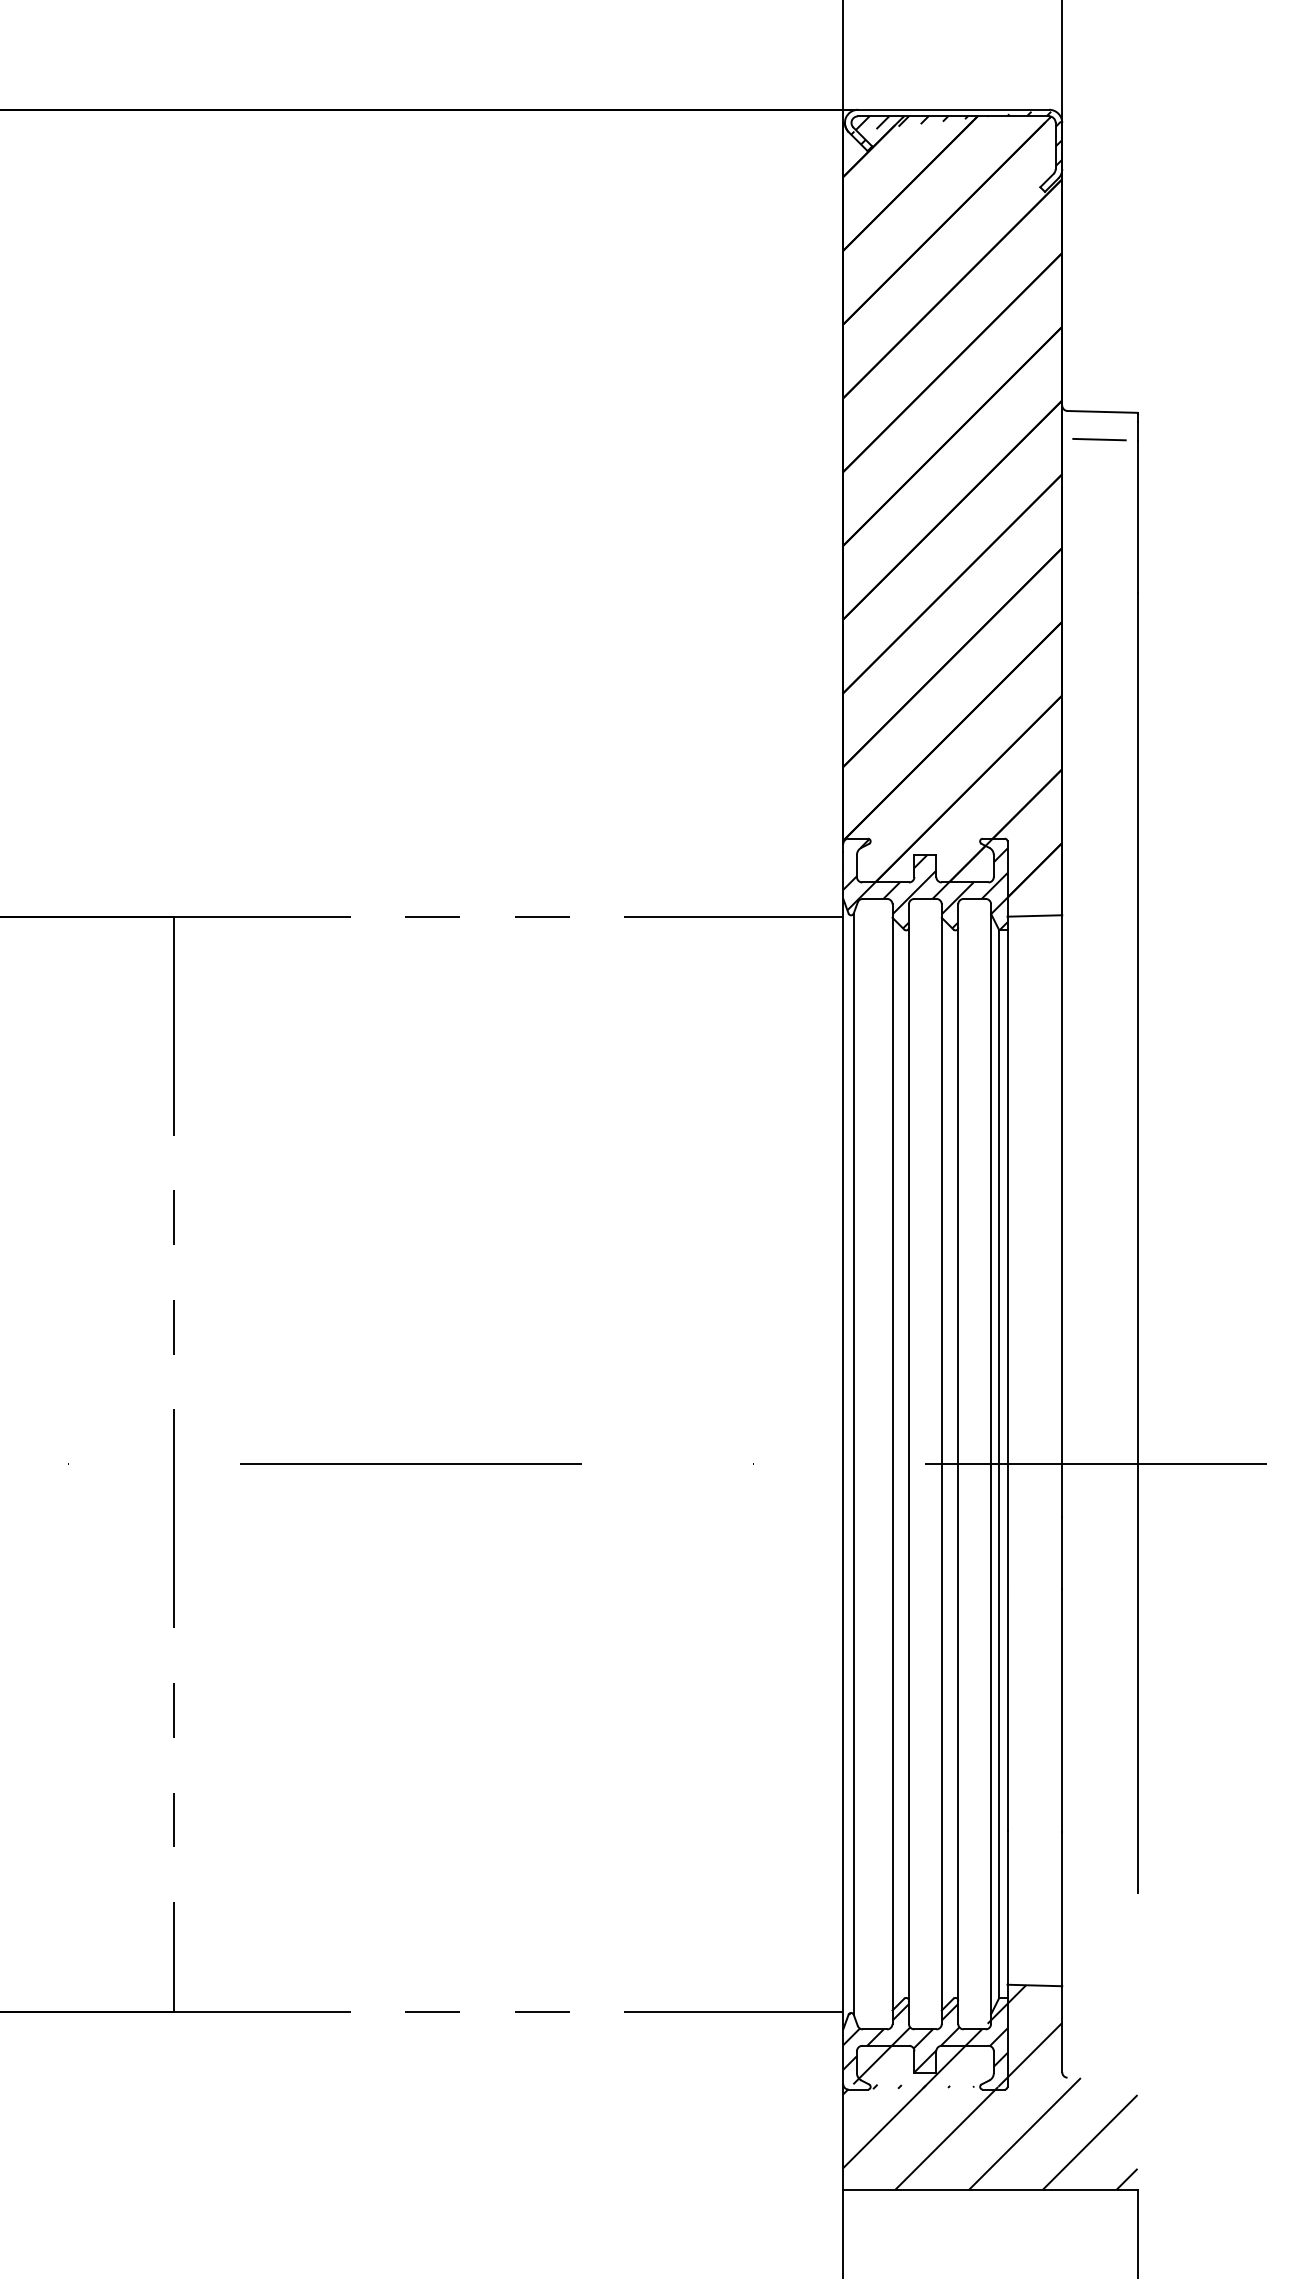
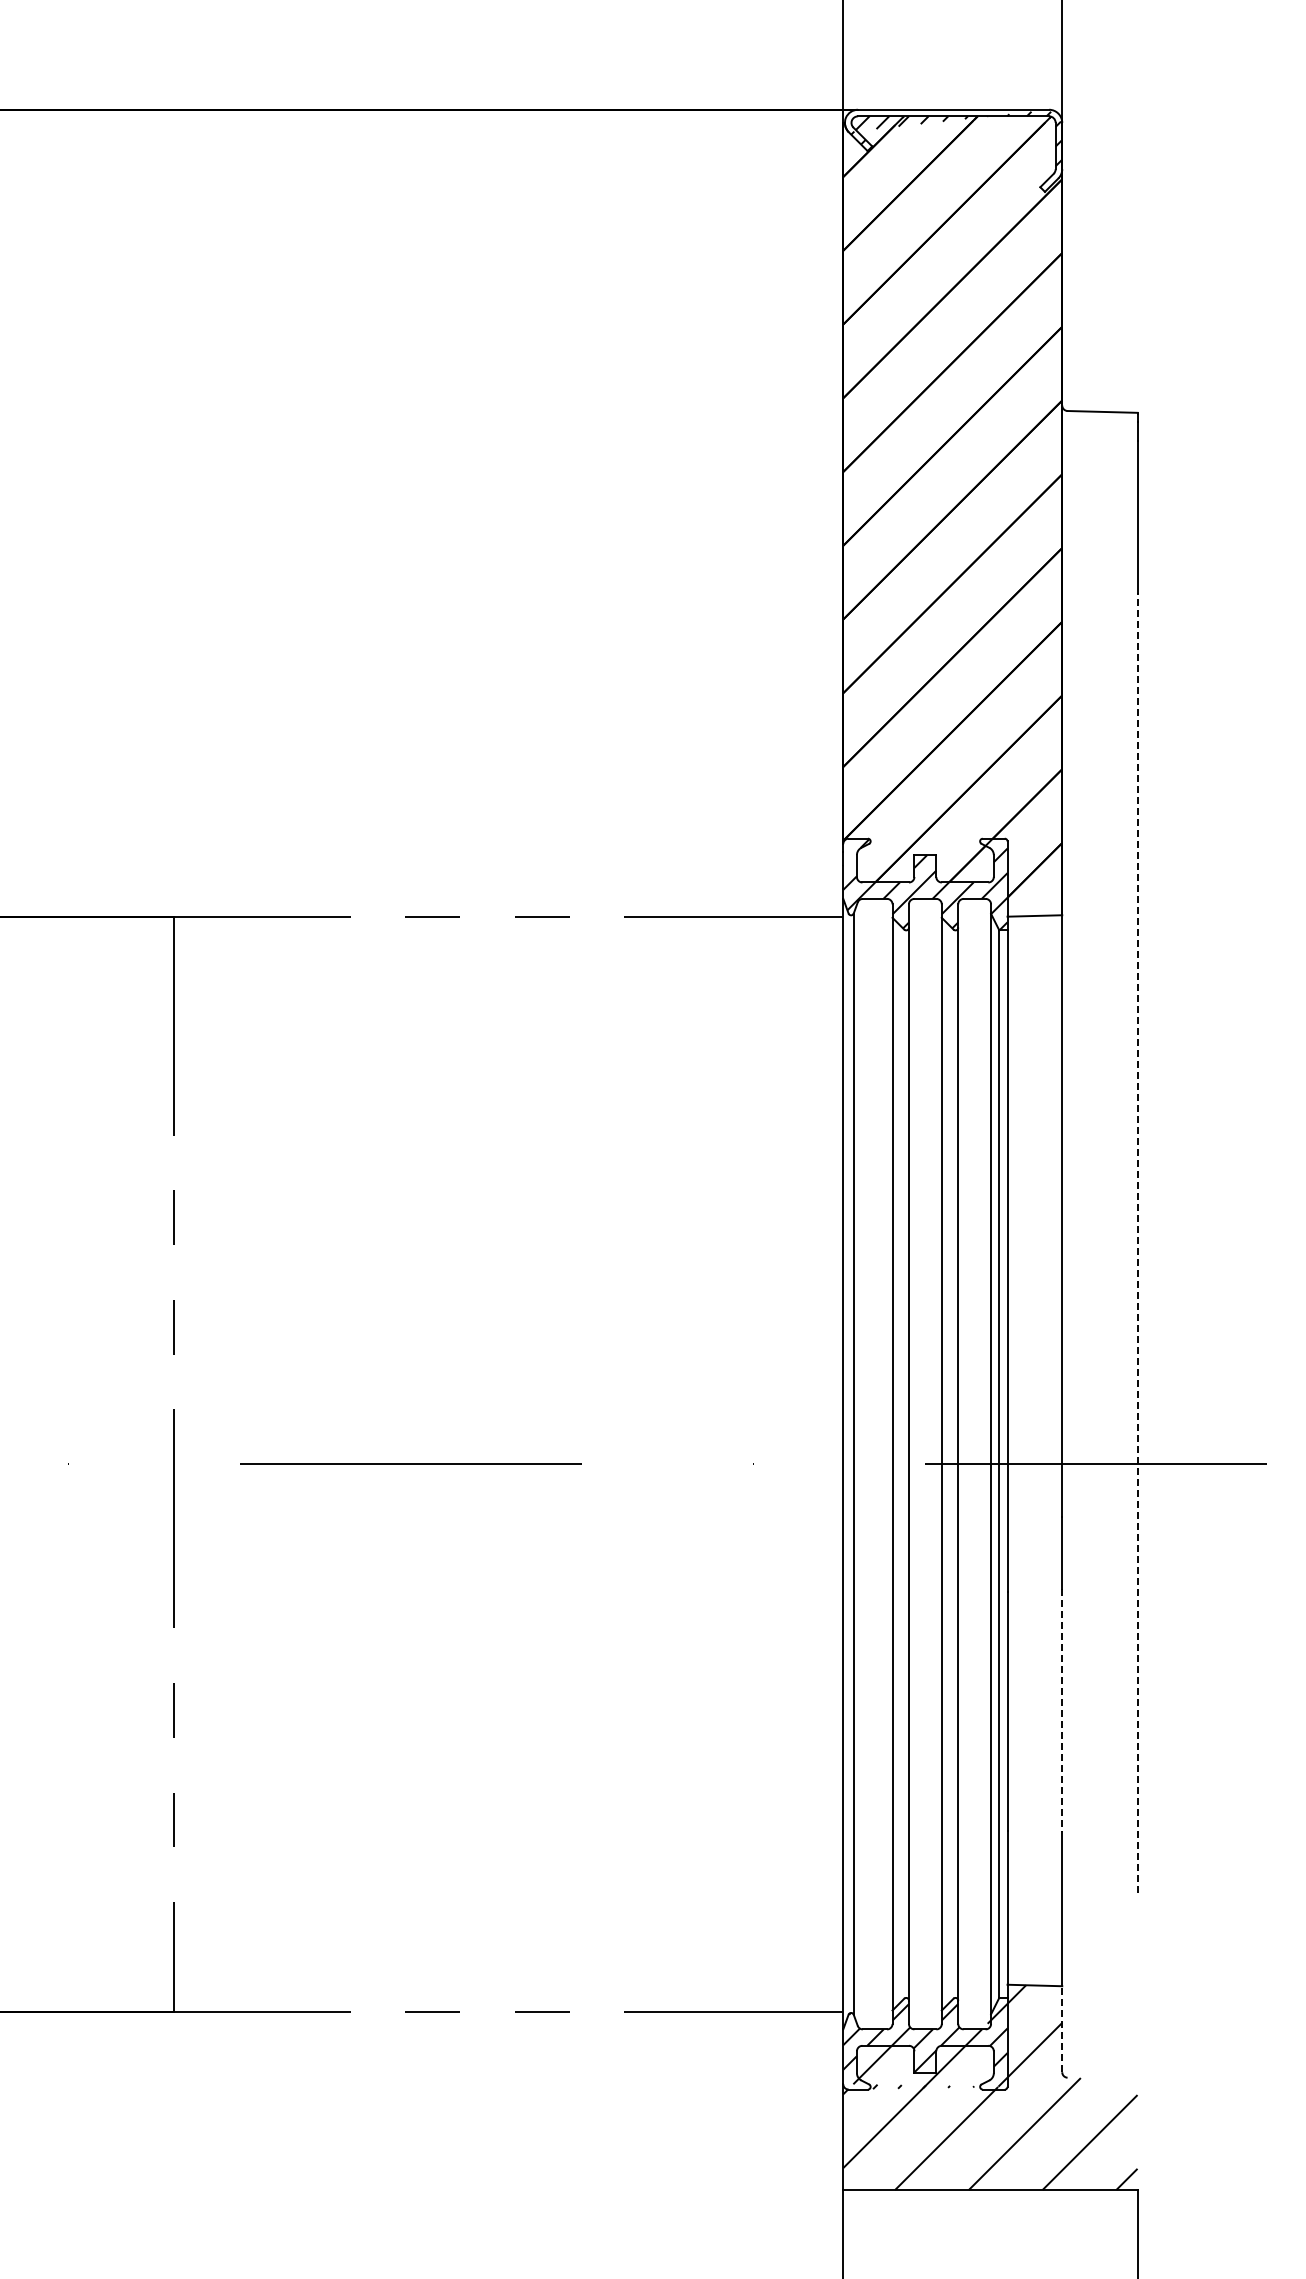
line at (1099, 439): present -> none
line at (1137, 1243): solid -> dashed
line at (1062, 1711): solid -> dashed
line at (1062, 2028): solid -> dashed
